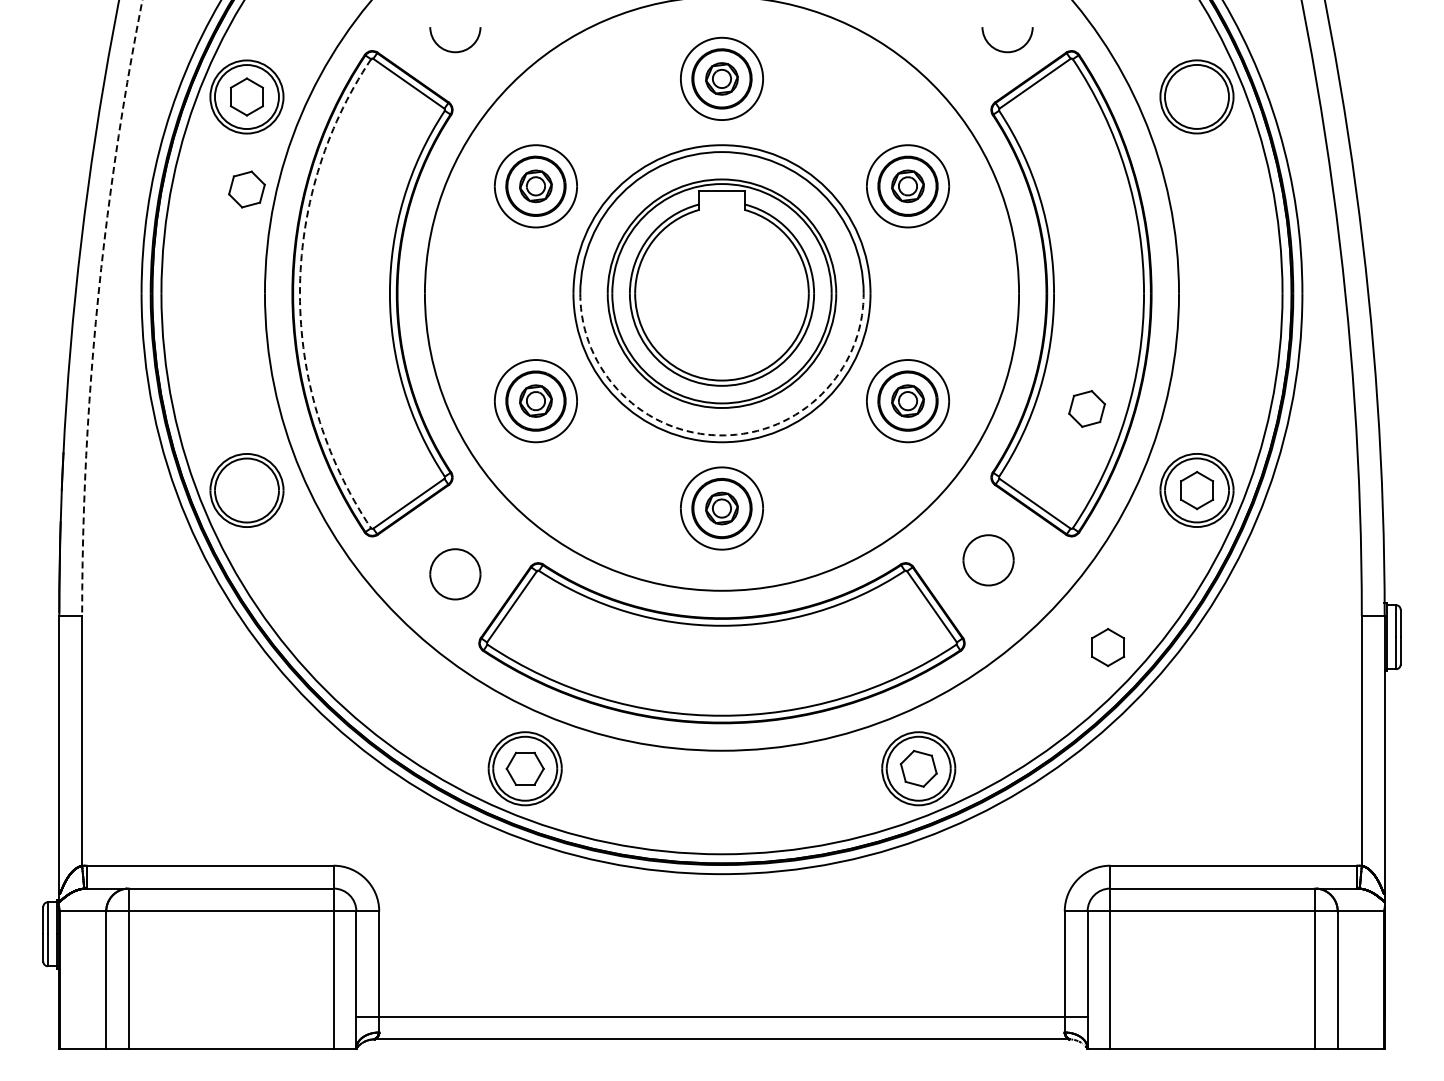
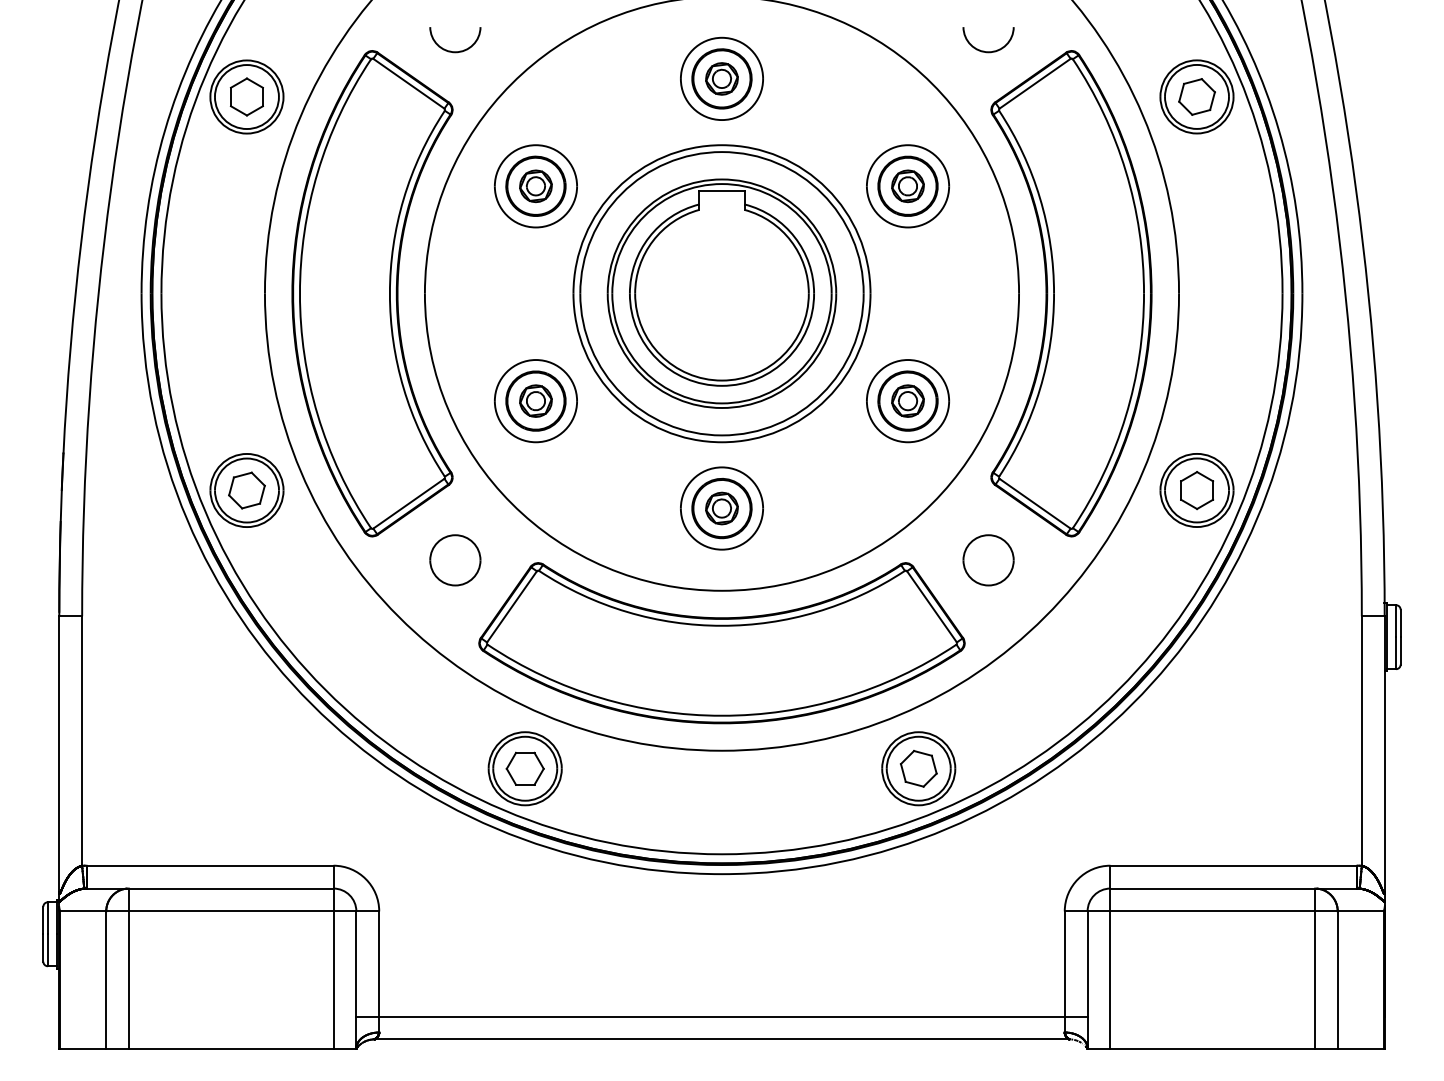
arc at (1007, 51) position: (1007, 51) -> (988, 51)
part at (246, 189) position: (246, 189) -> (246, 490)
arc at (299, 293): dashed -> solid
arc at (97, 306): dashed -> solid
part at (1086, 408) position: (1086, 408) -> (1196, 96)
arc at (722, 435): dashed -> solid
part at (455, 574) position: (455, 574) -> (455, 560)
part at (1108, 647): present -> none
